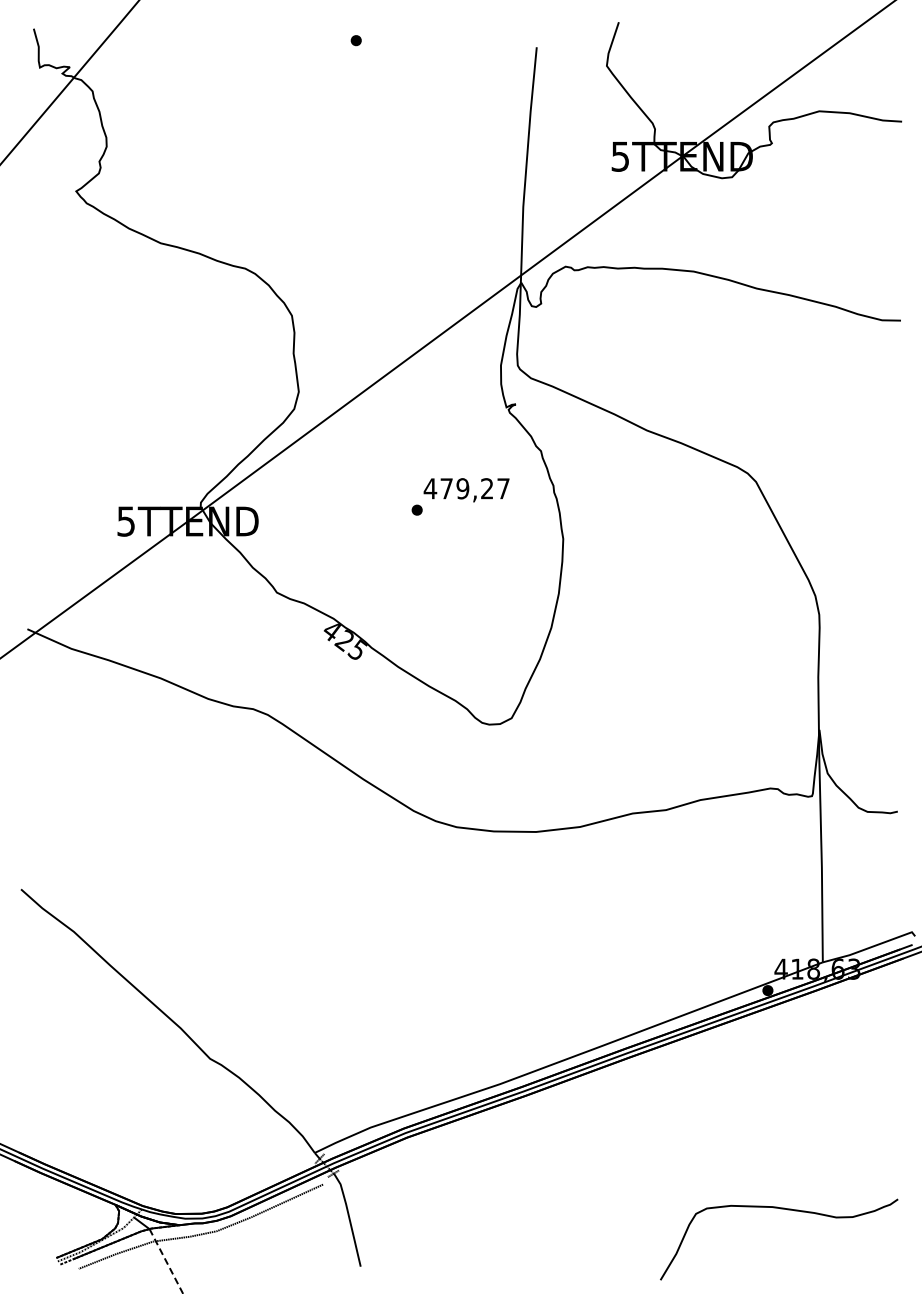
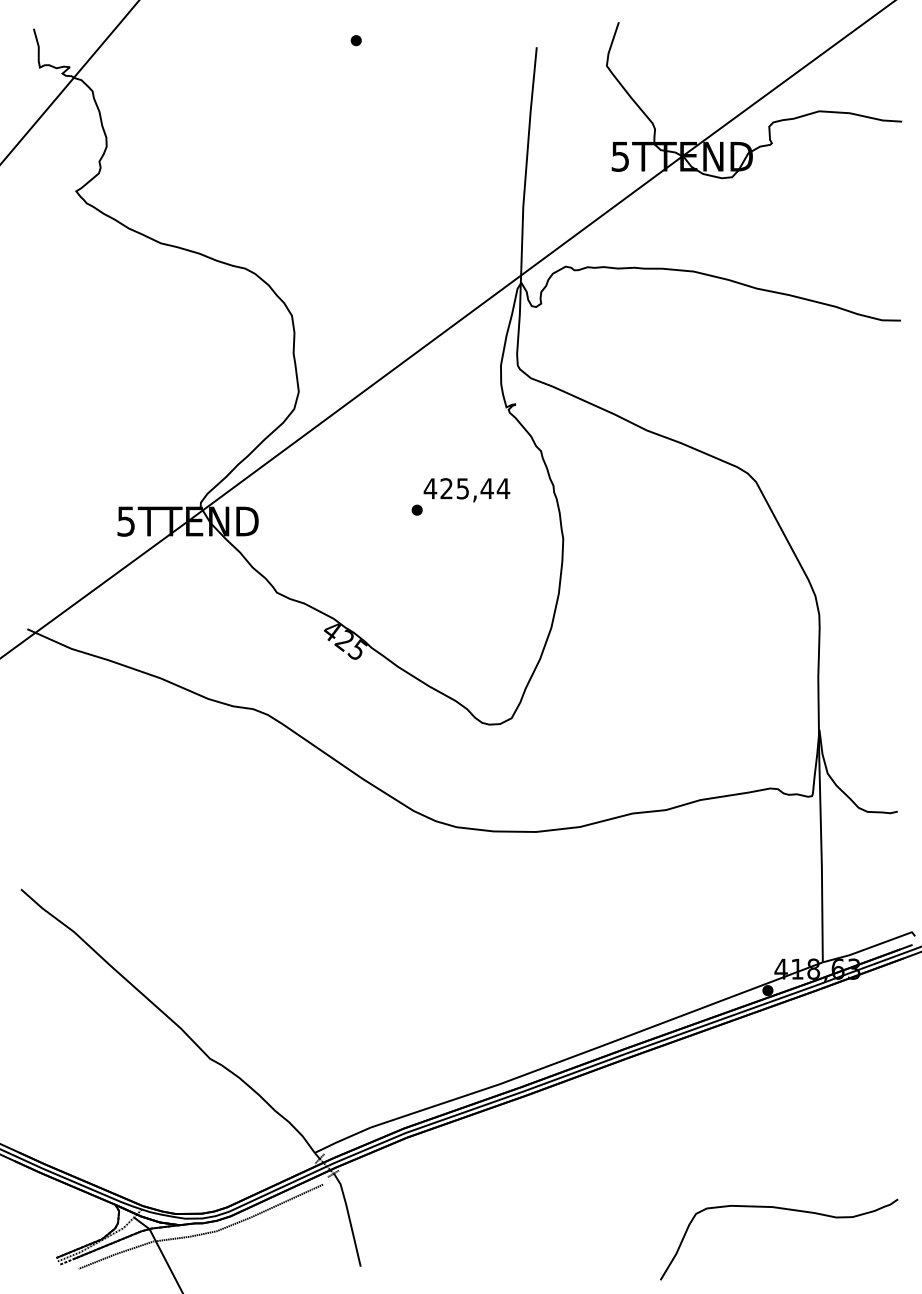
text at (475, 488): 479,27 -> 425,44
line at (166, 1261): dashed -> solid
